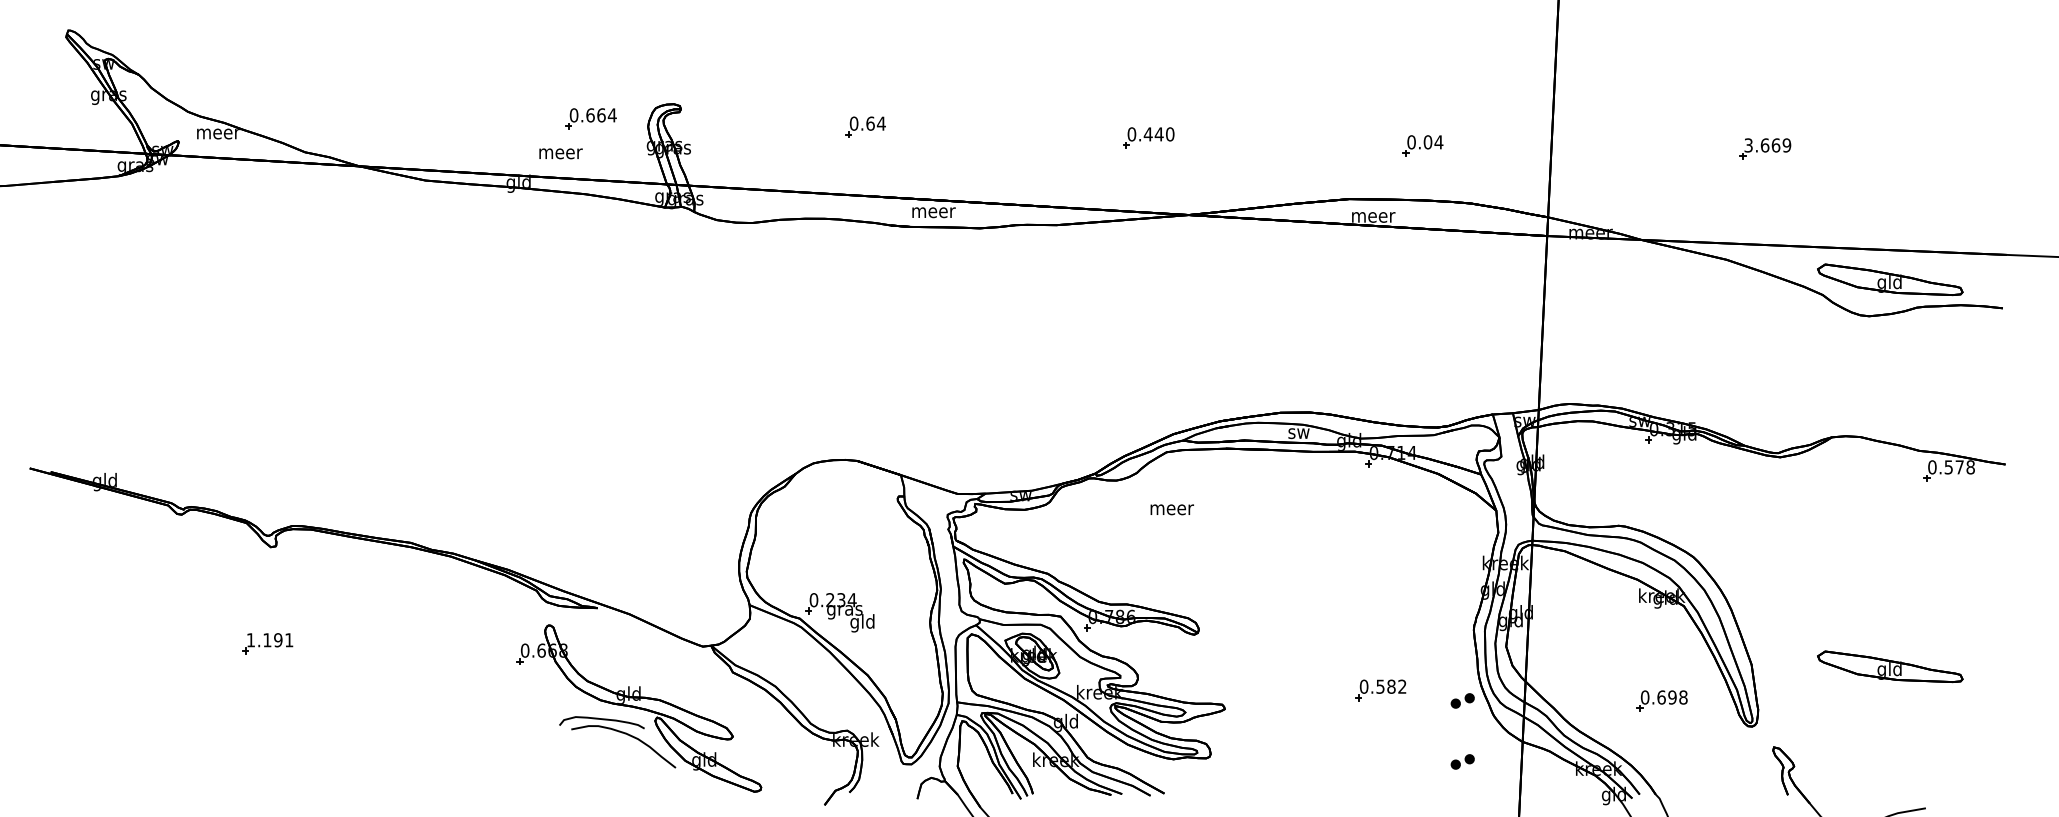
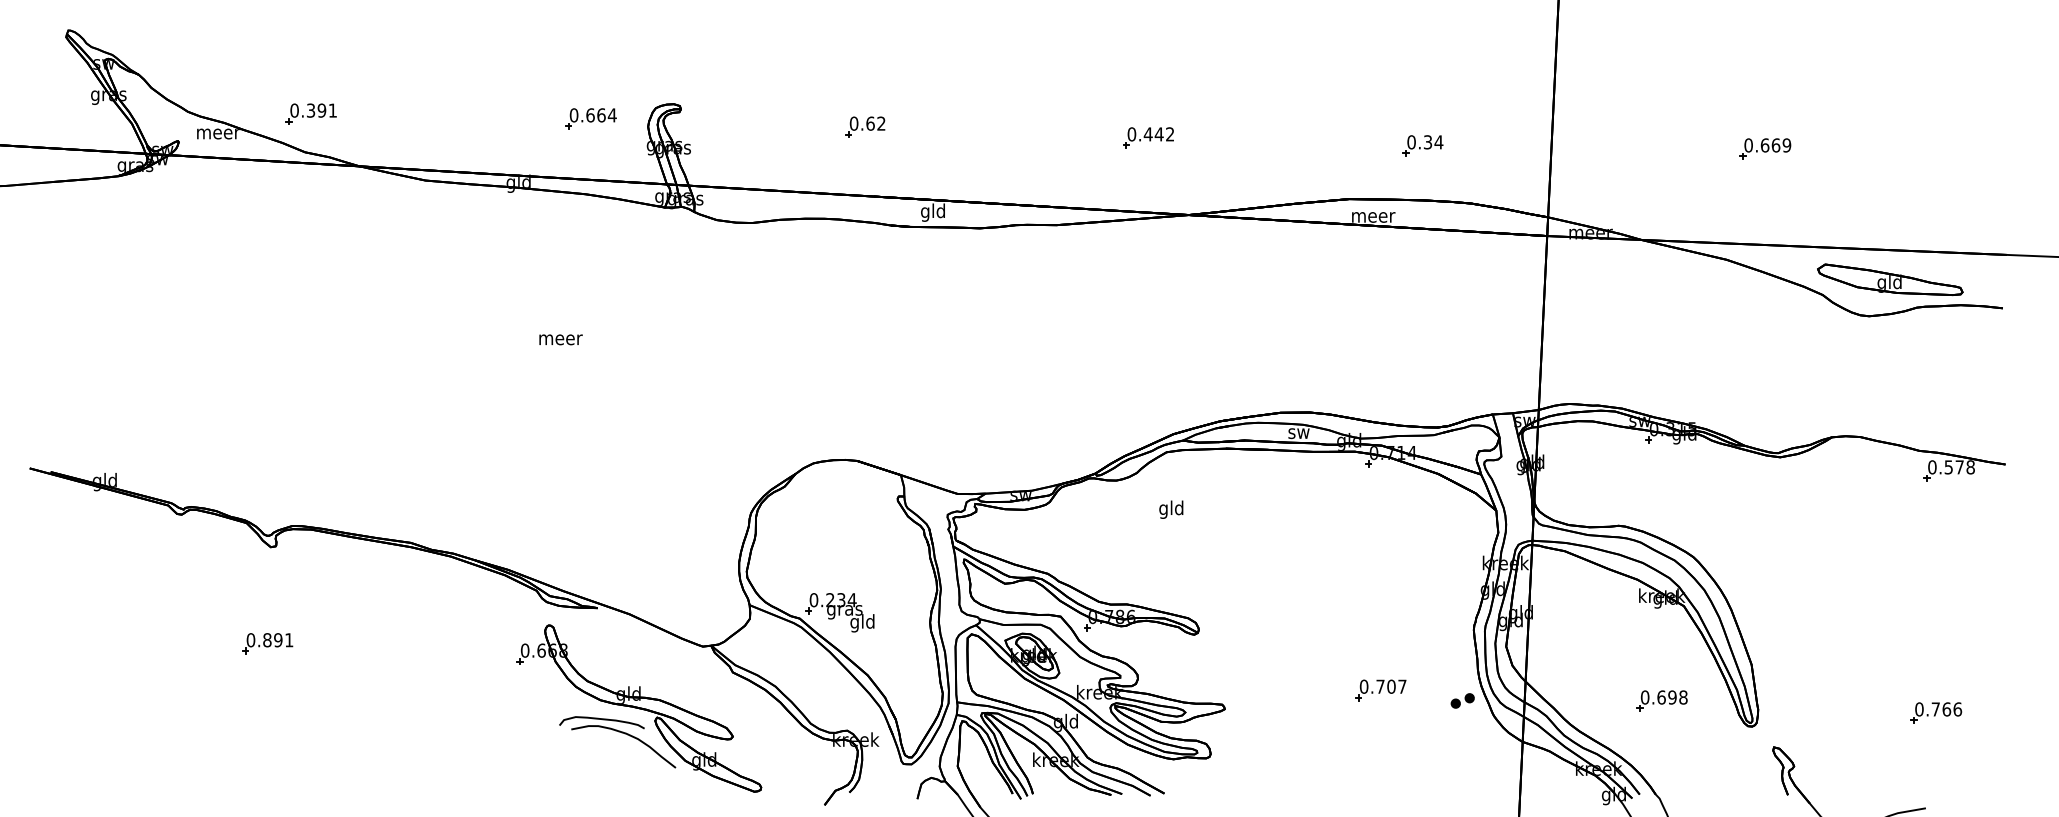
part at (310, 113): none -> present
text at (880, 123): 0.64 -> 0.62
text at (1170, 134): 0.440 -> 0.442
text at (1427, 142): 0.04 -> 0.34
text at (1748, 145): 3.669 -> 0.669
text at (560, 153) position: (560, 153) -> (560, 339)
text at (933, 212): meer -> gld
text at (1172, 509): meer -> gld
text at (258, 640): 1.191 -> 0.891
part at (1890, 666): present -> none
text at (1391, 686): 0.582 -> 0.707
part at (1936, 712): none -> present
part at (1462, 761): present -> none
